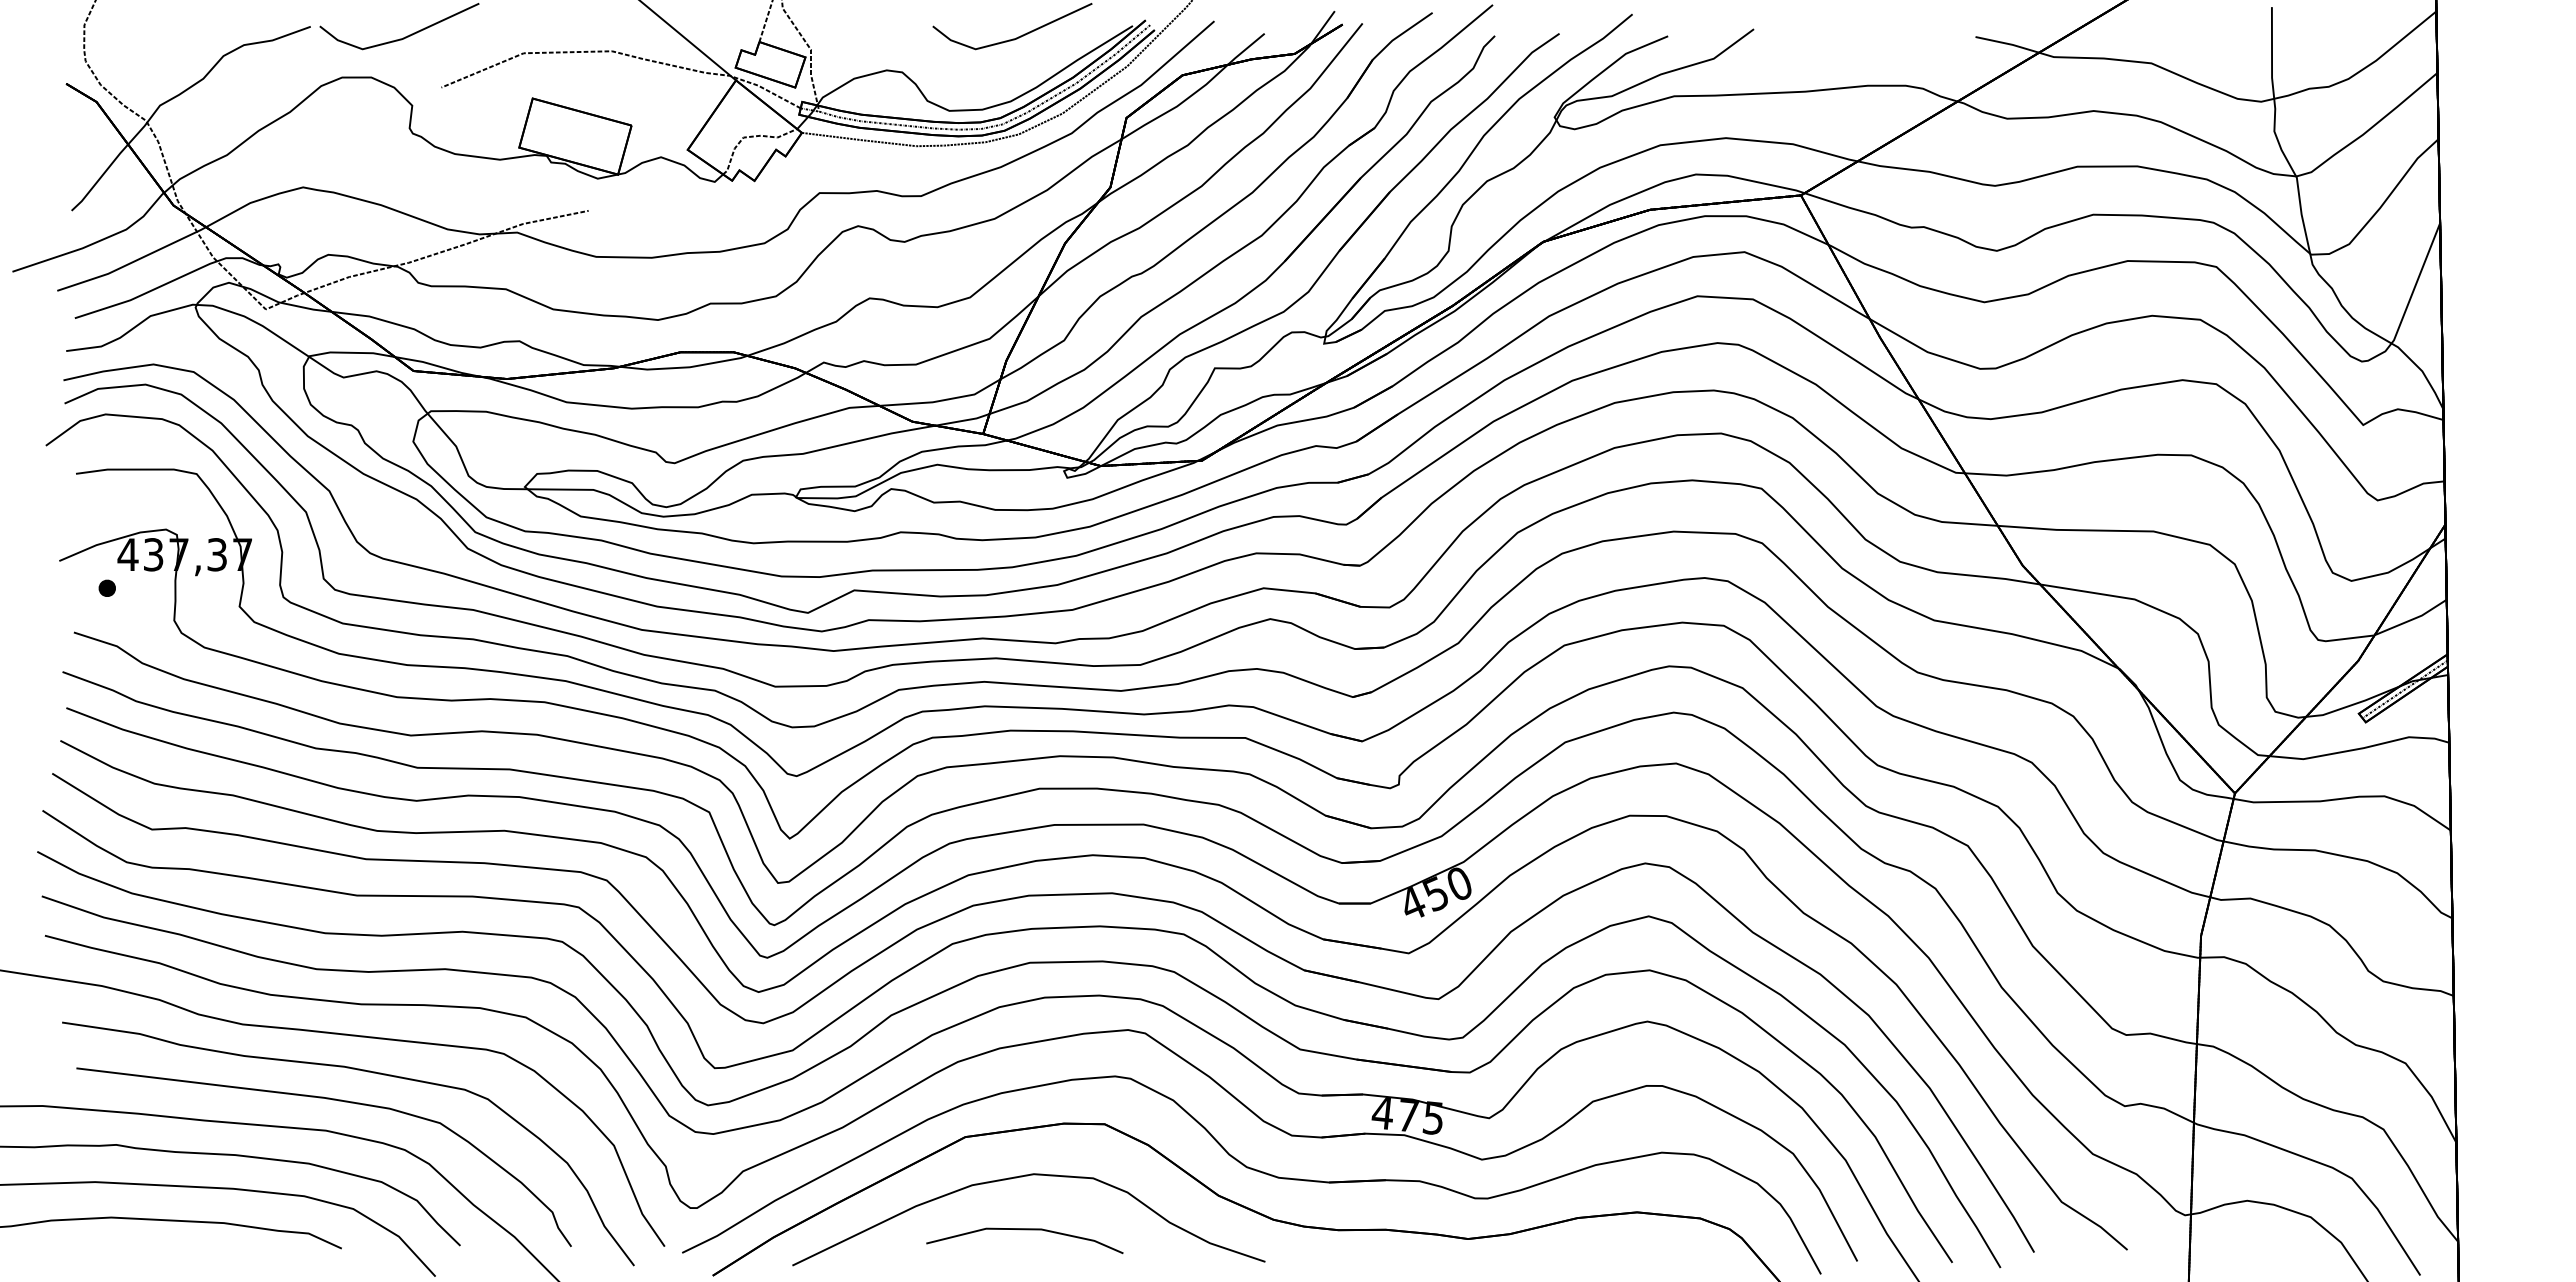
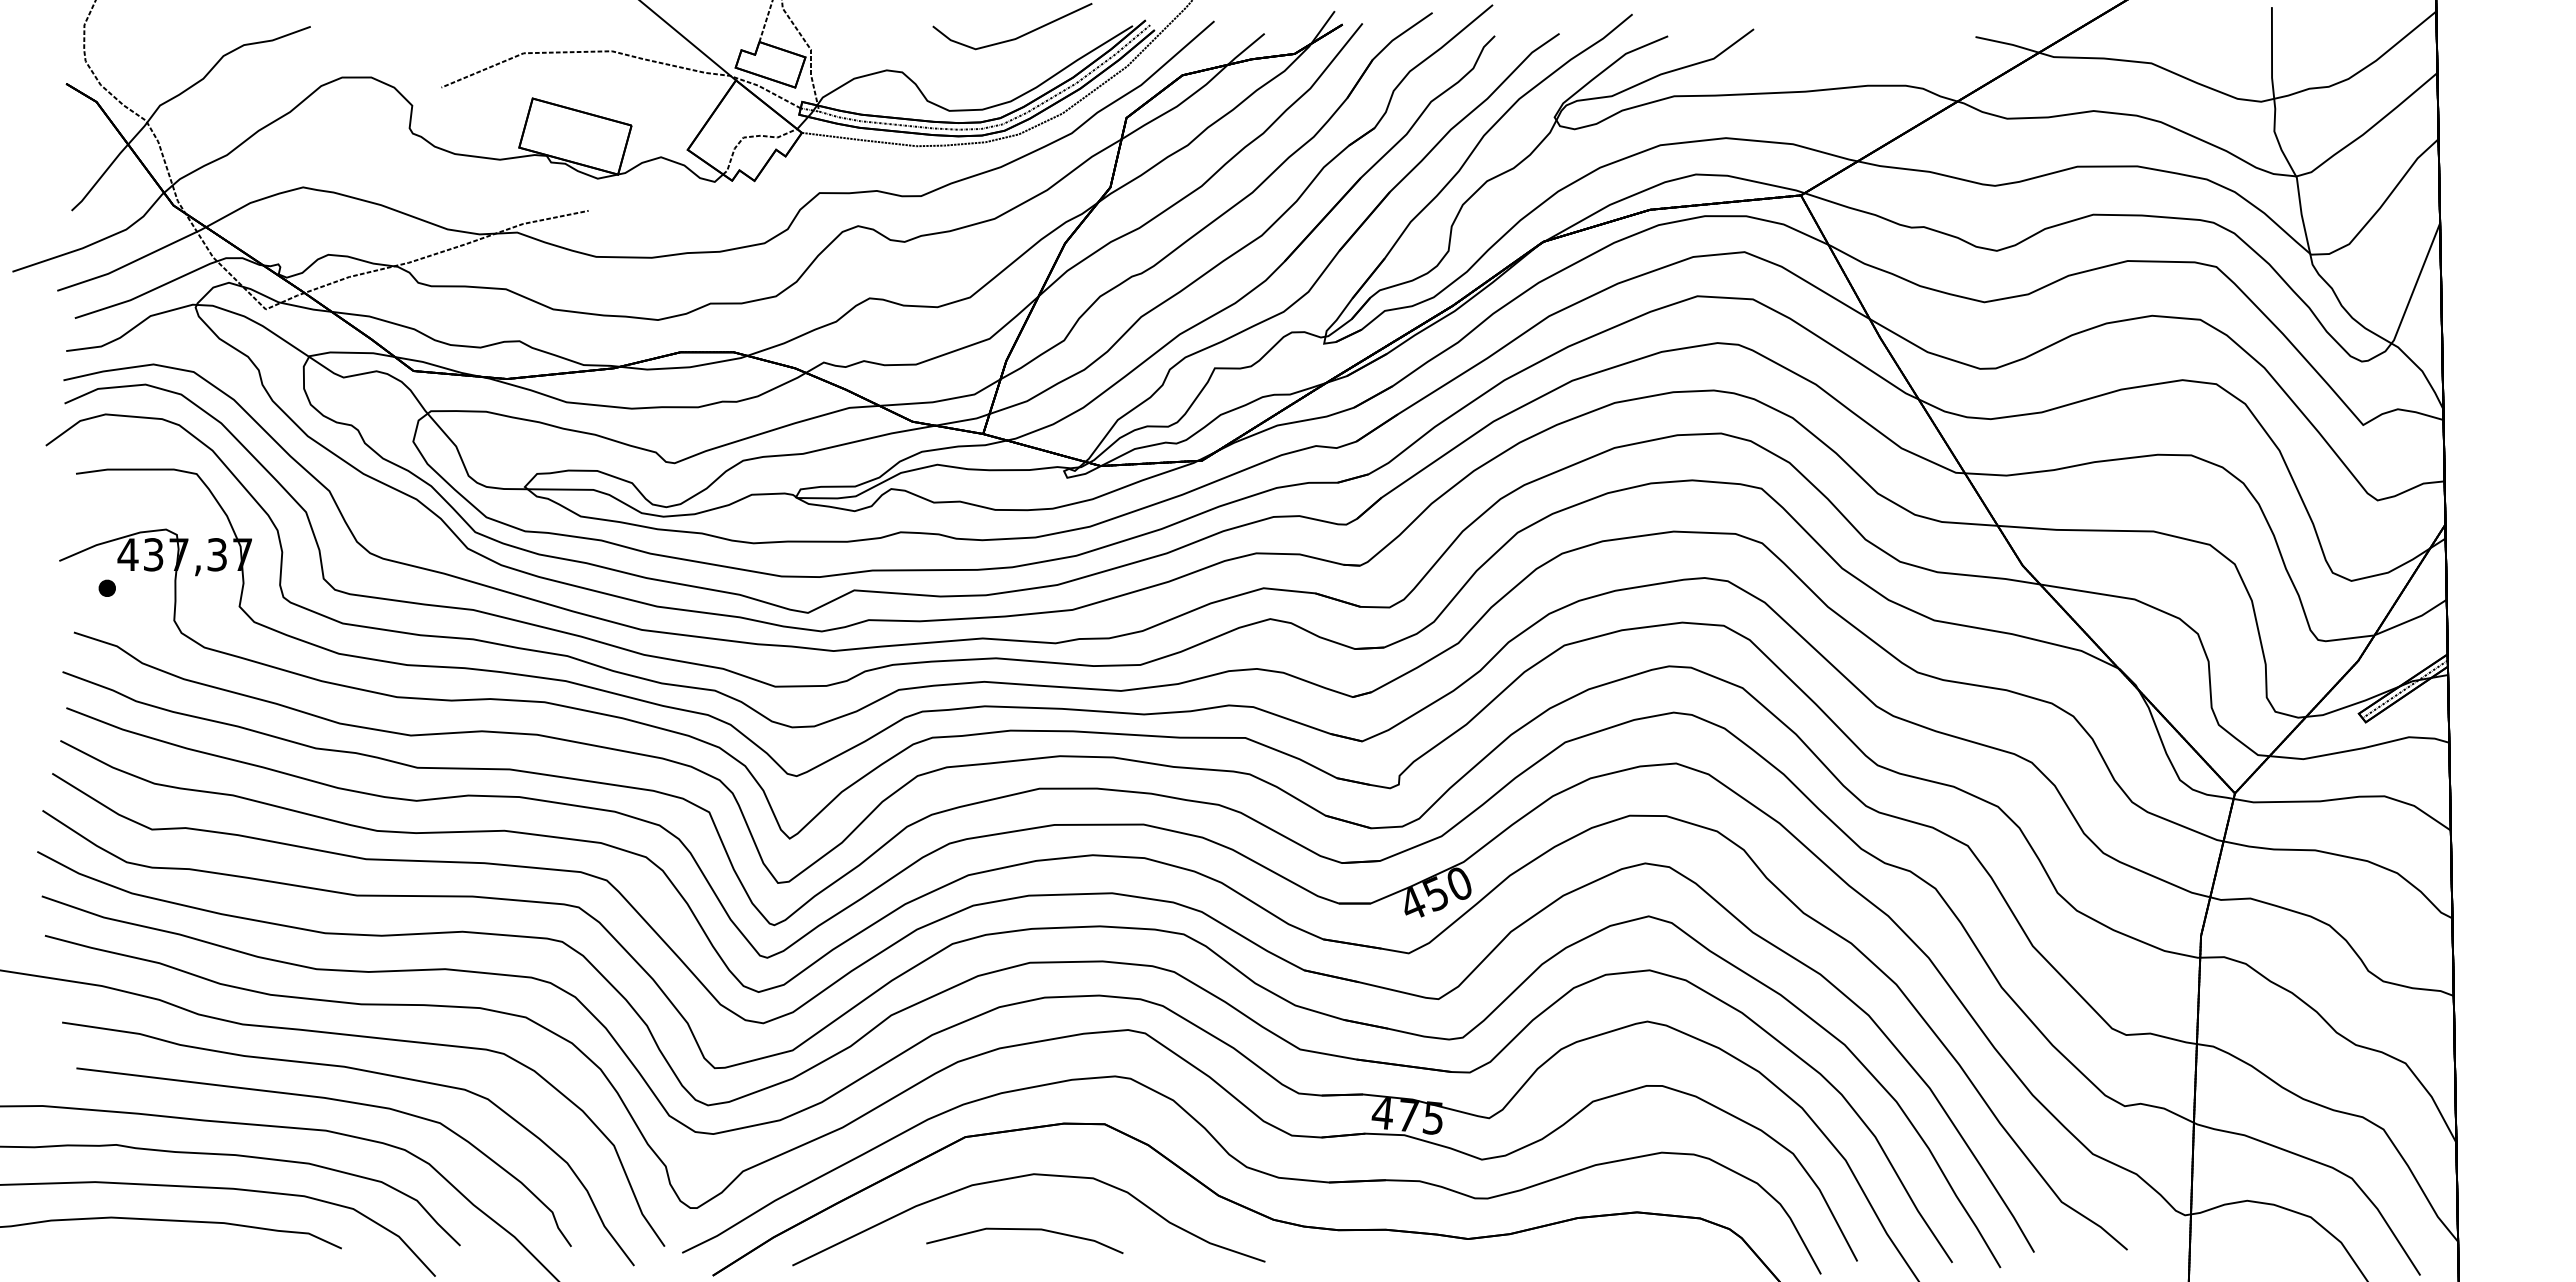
line at (405, 36): present -> none
